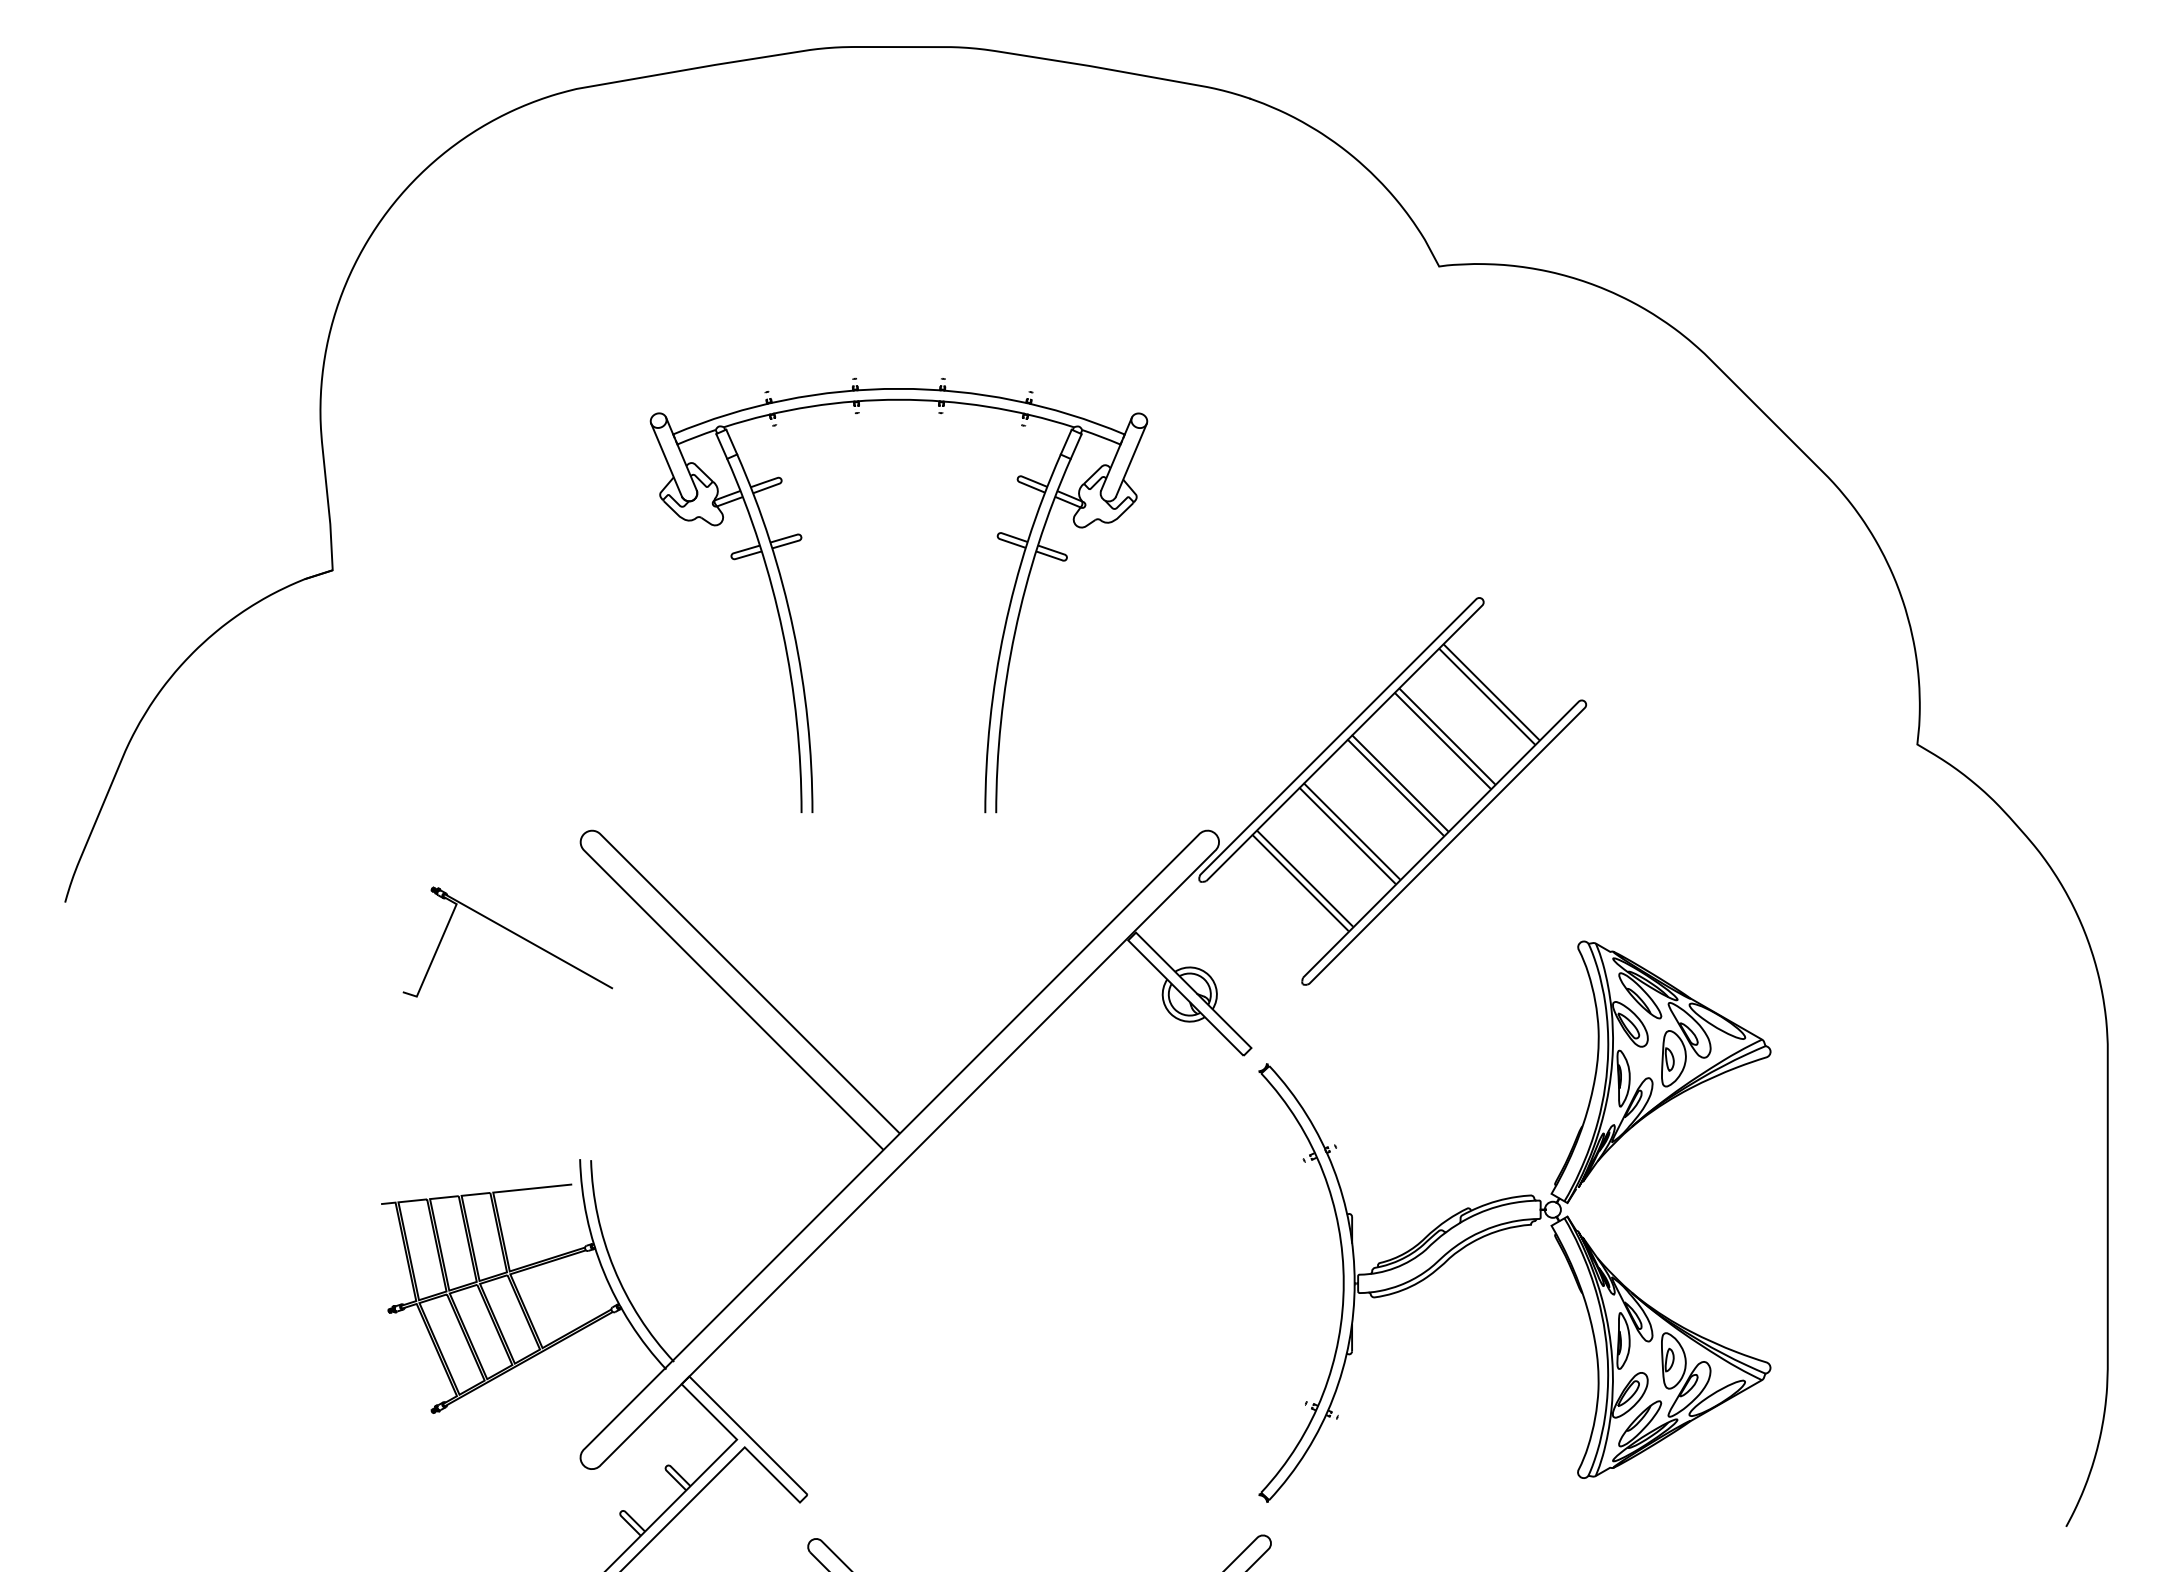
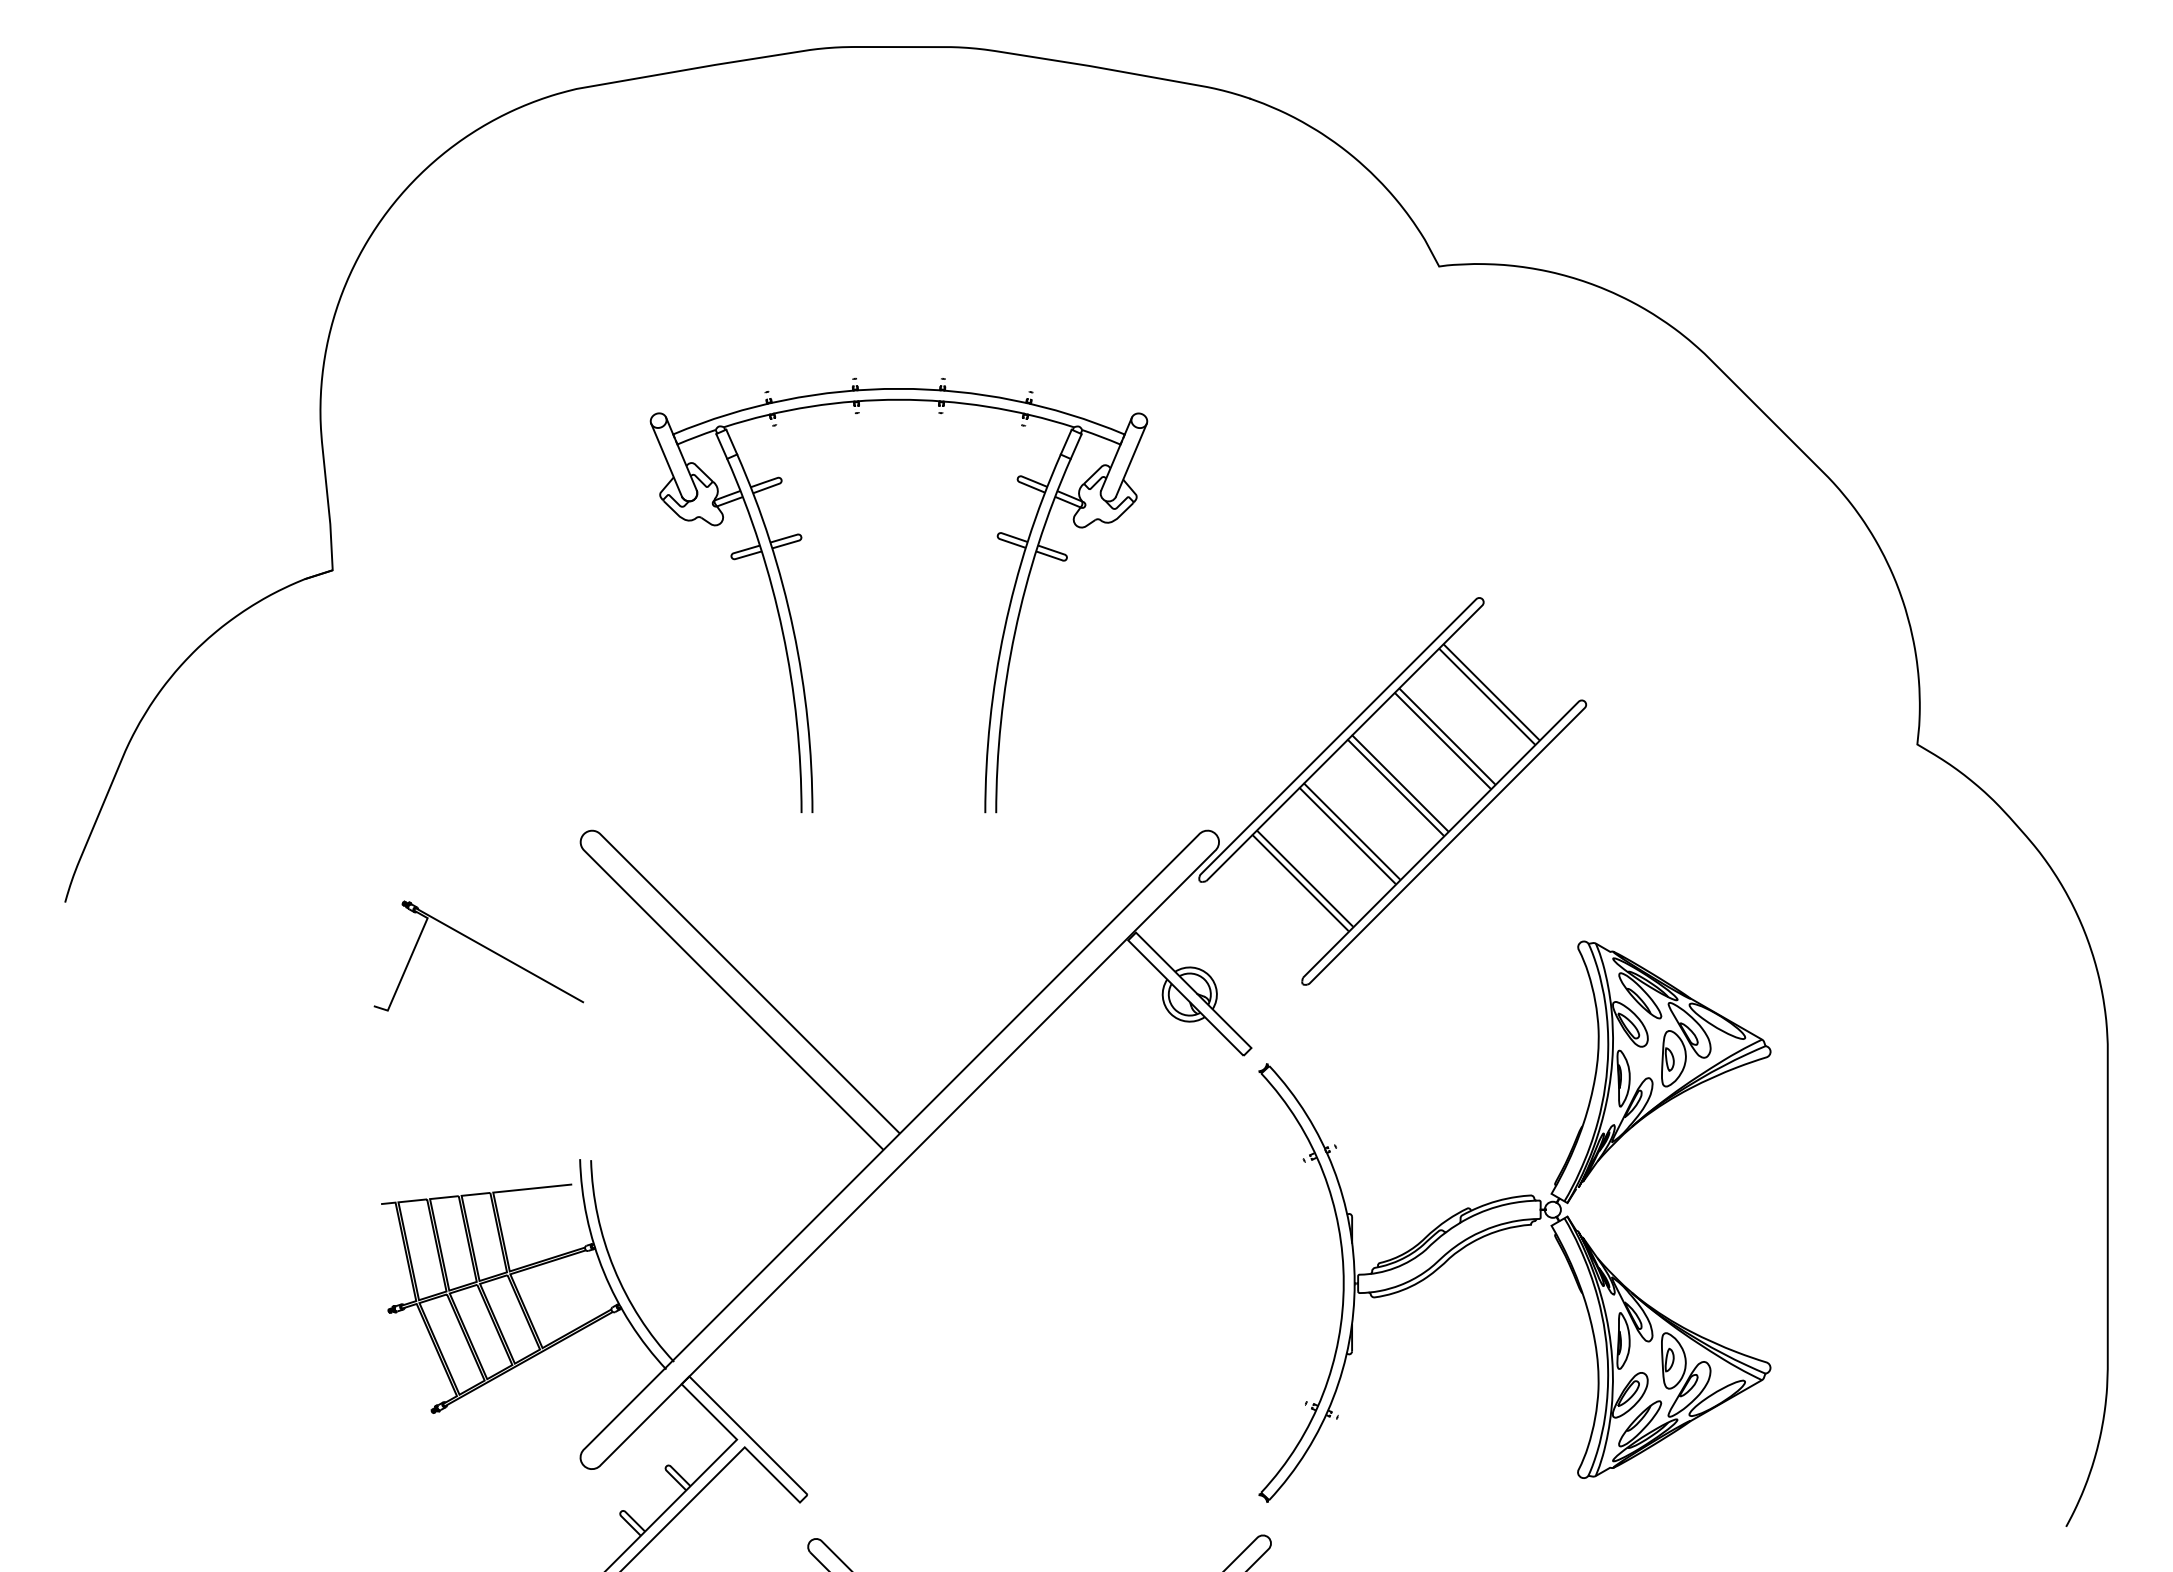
part at (512, 933) position: (512, 933) -> (483, 947)
